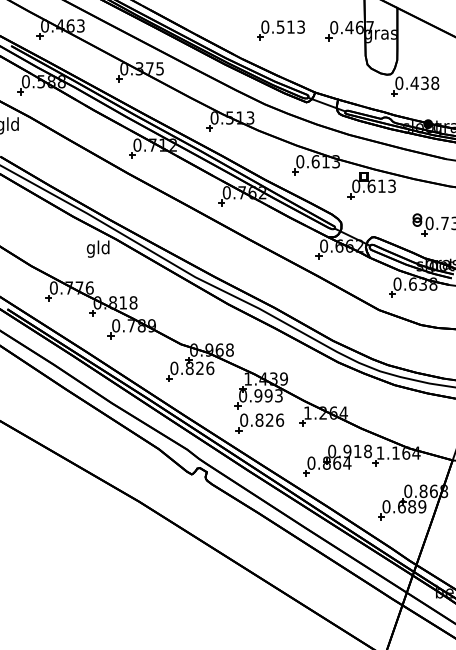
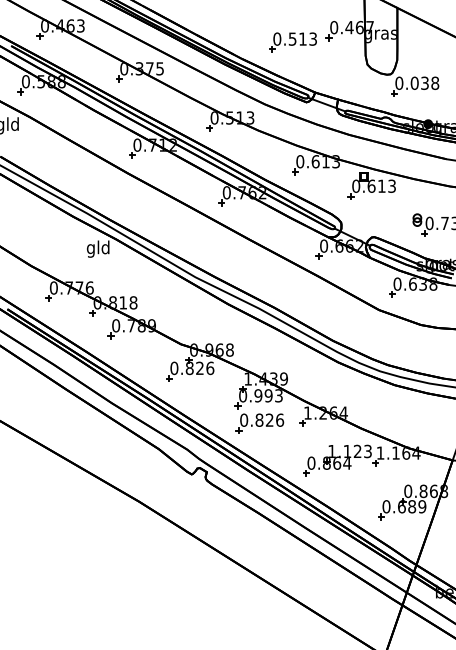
part at (280, 30) position: (280, 30) -> (292, 42)
text at (414, 82): 0.438 -> 0.038
text at (349, 451): 0.918 -> 1.123
